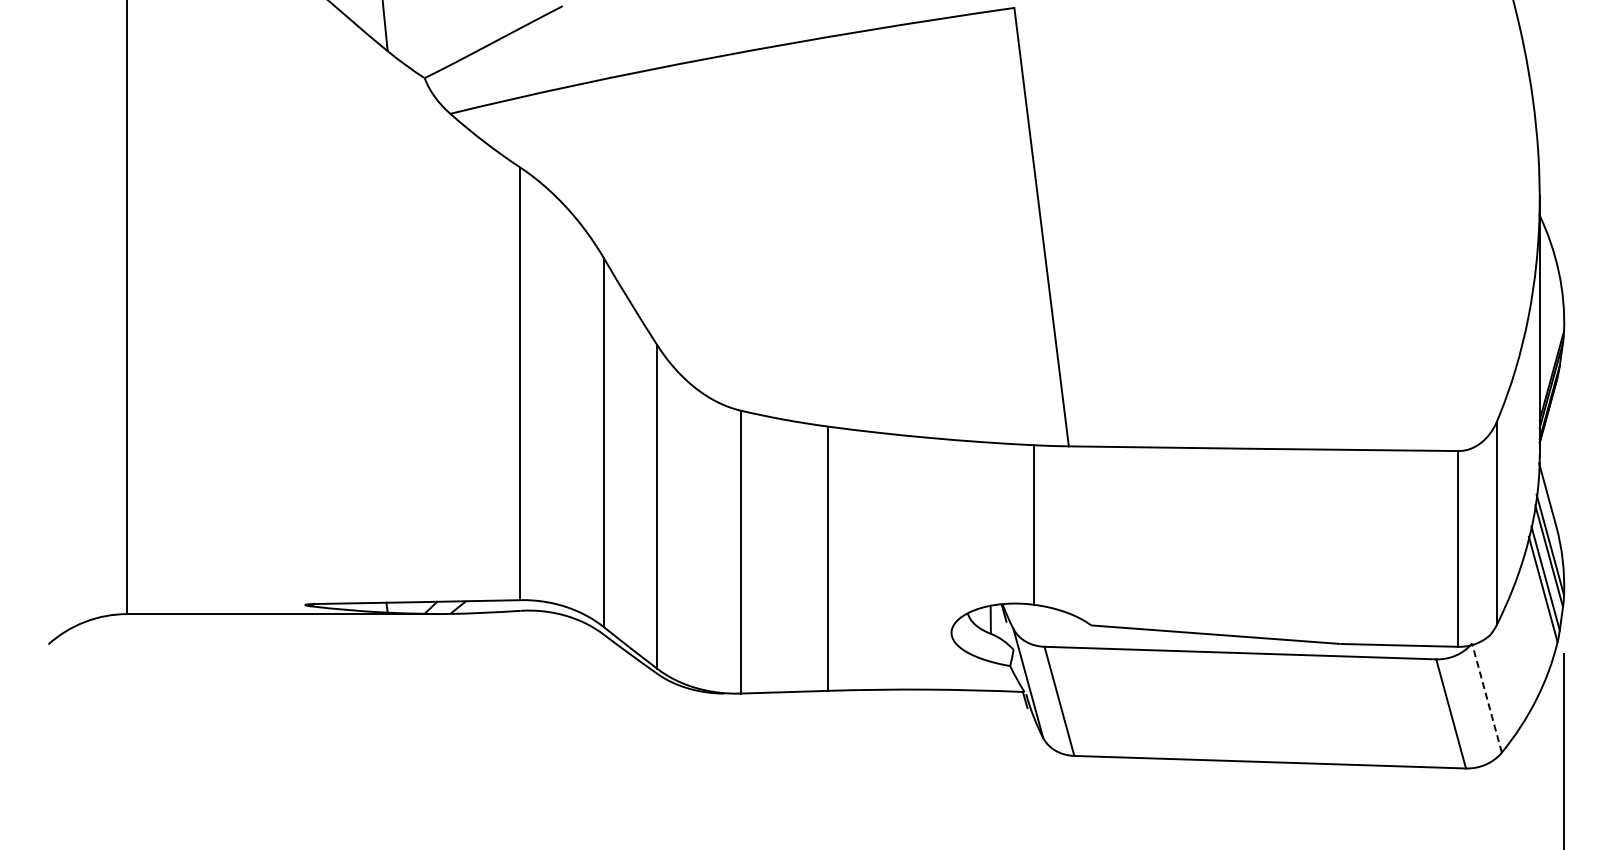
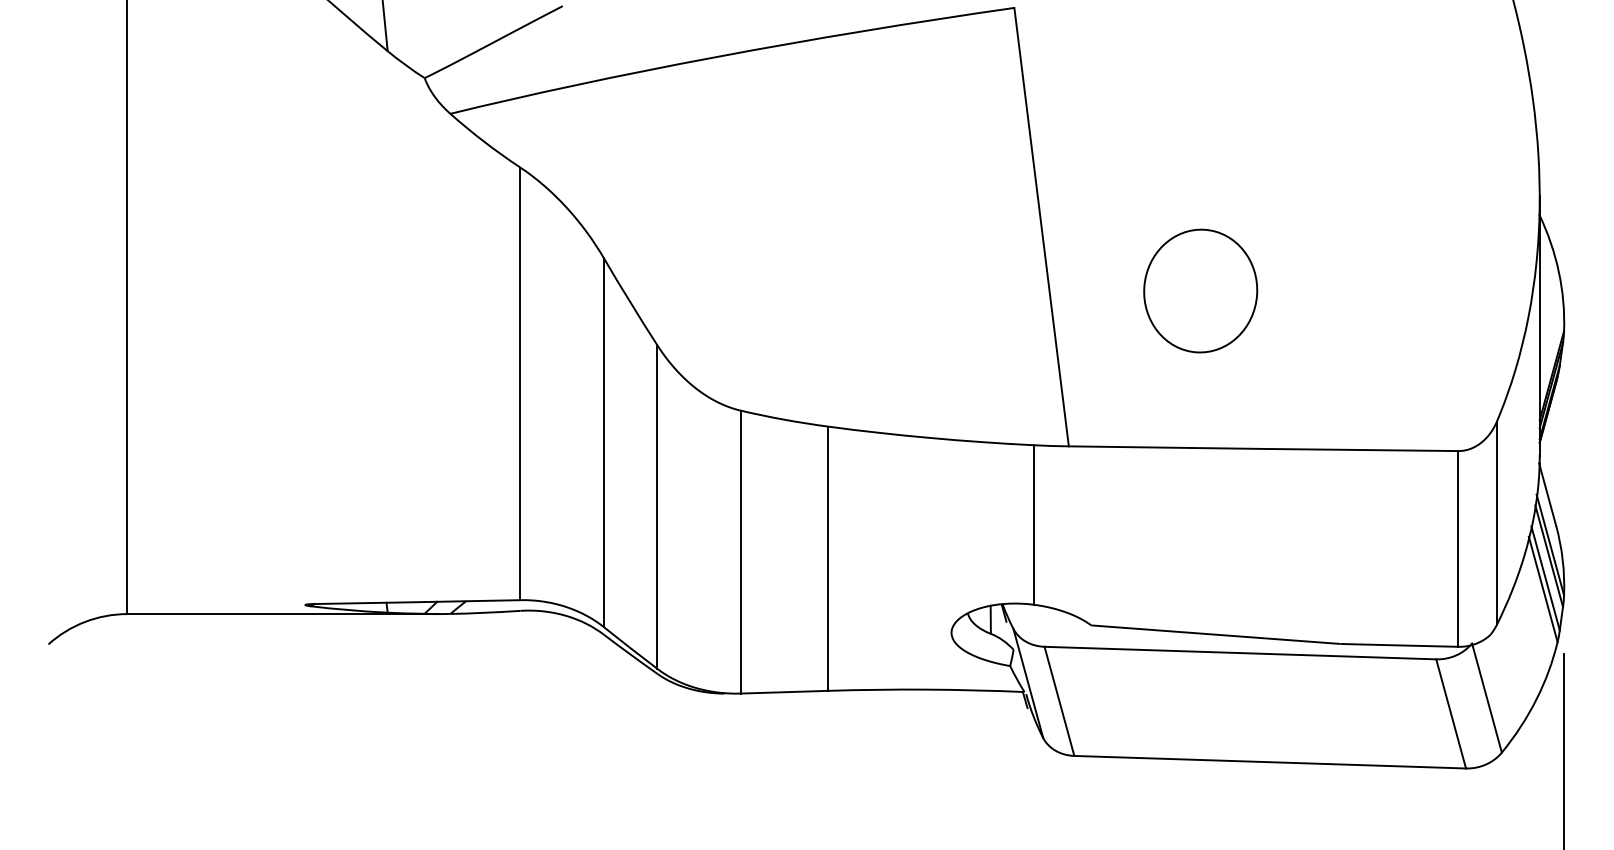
part at (1200, 290): none -> present
line at (1486, 698): dashed -> solid
